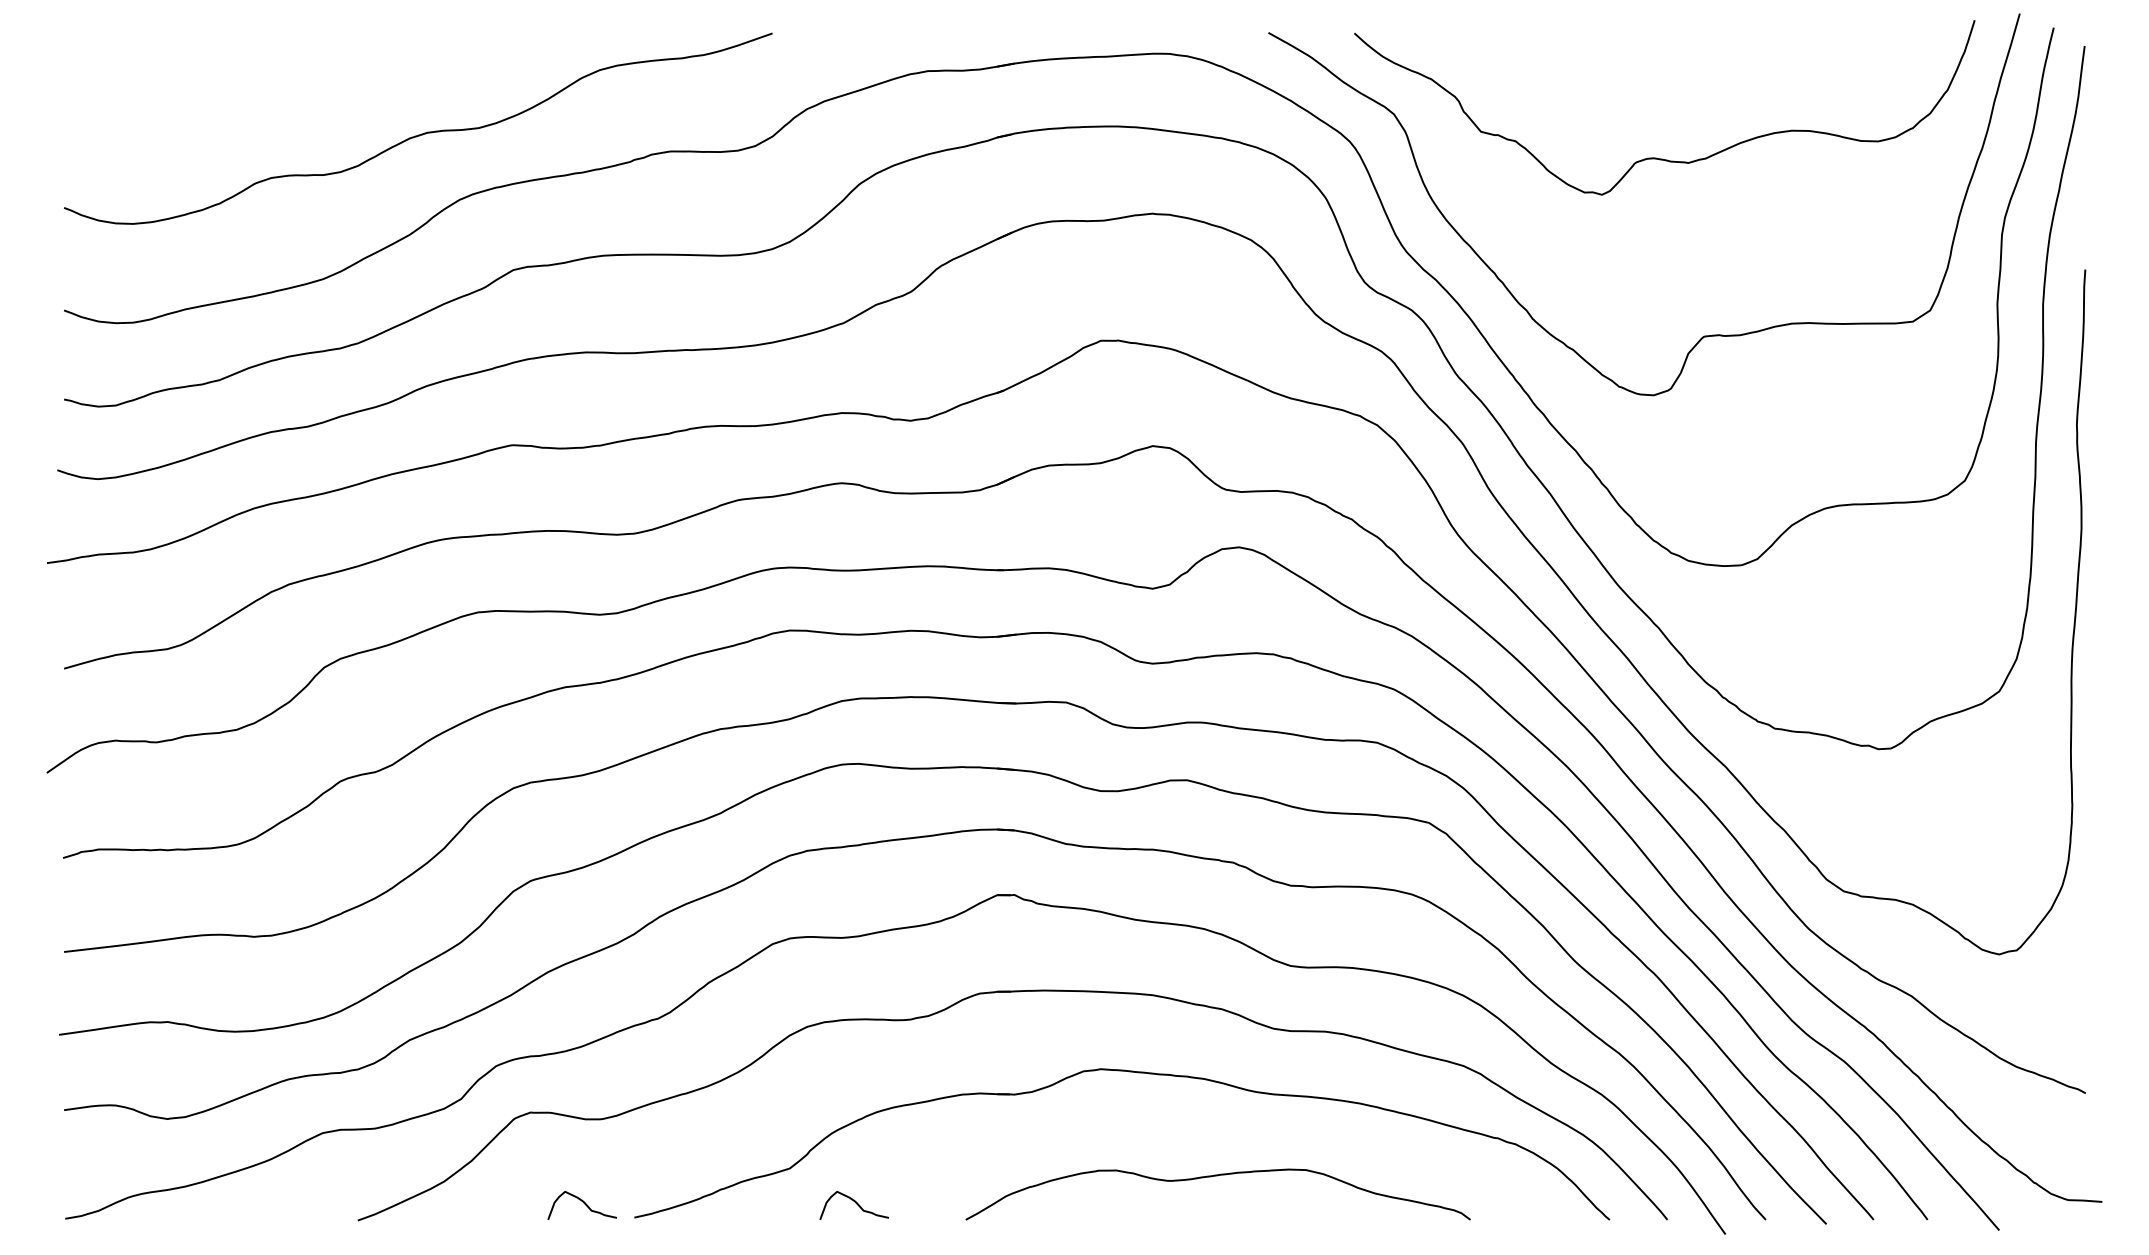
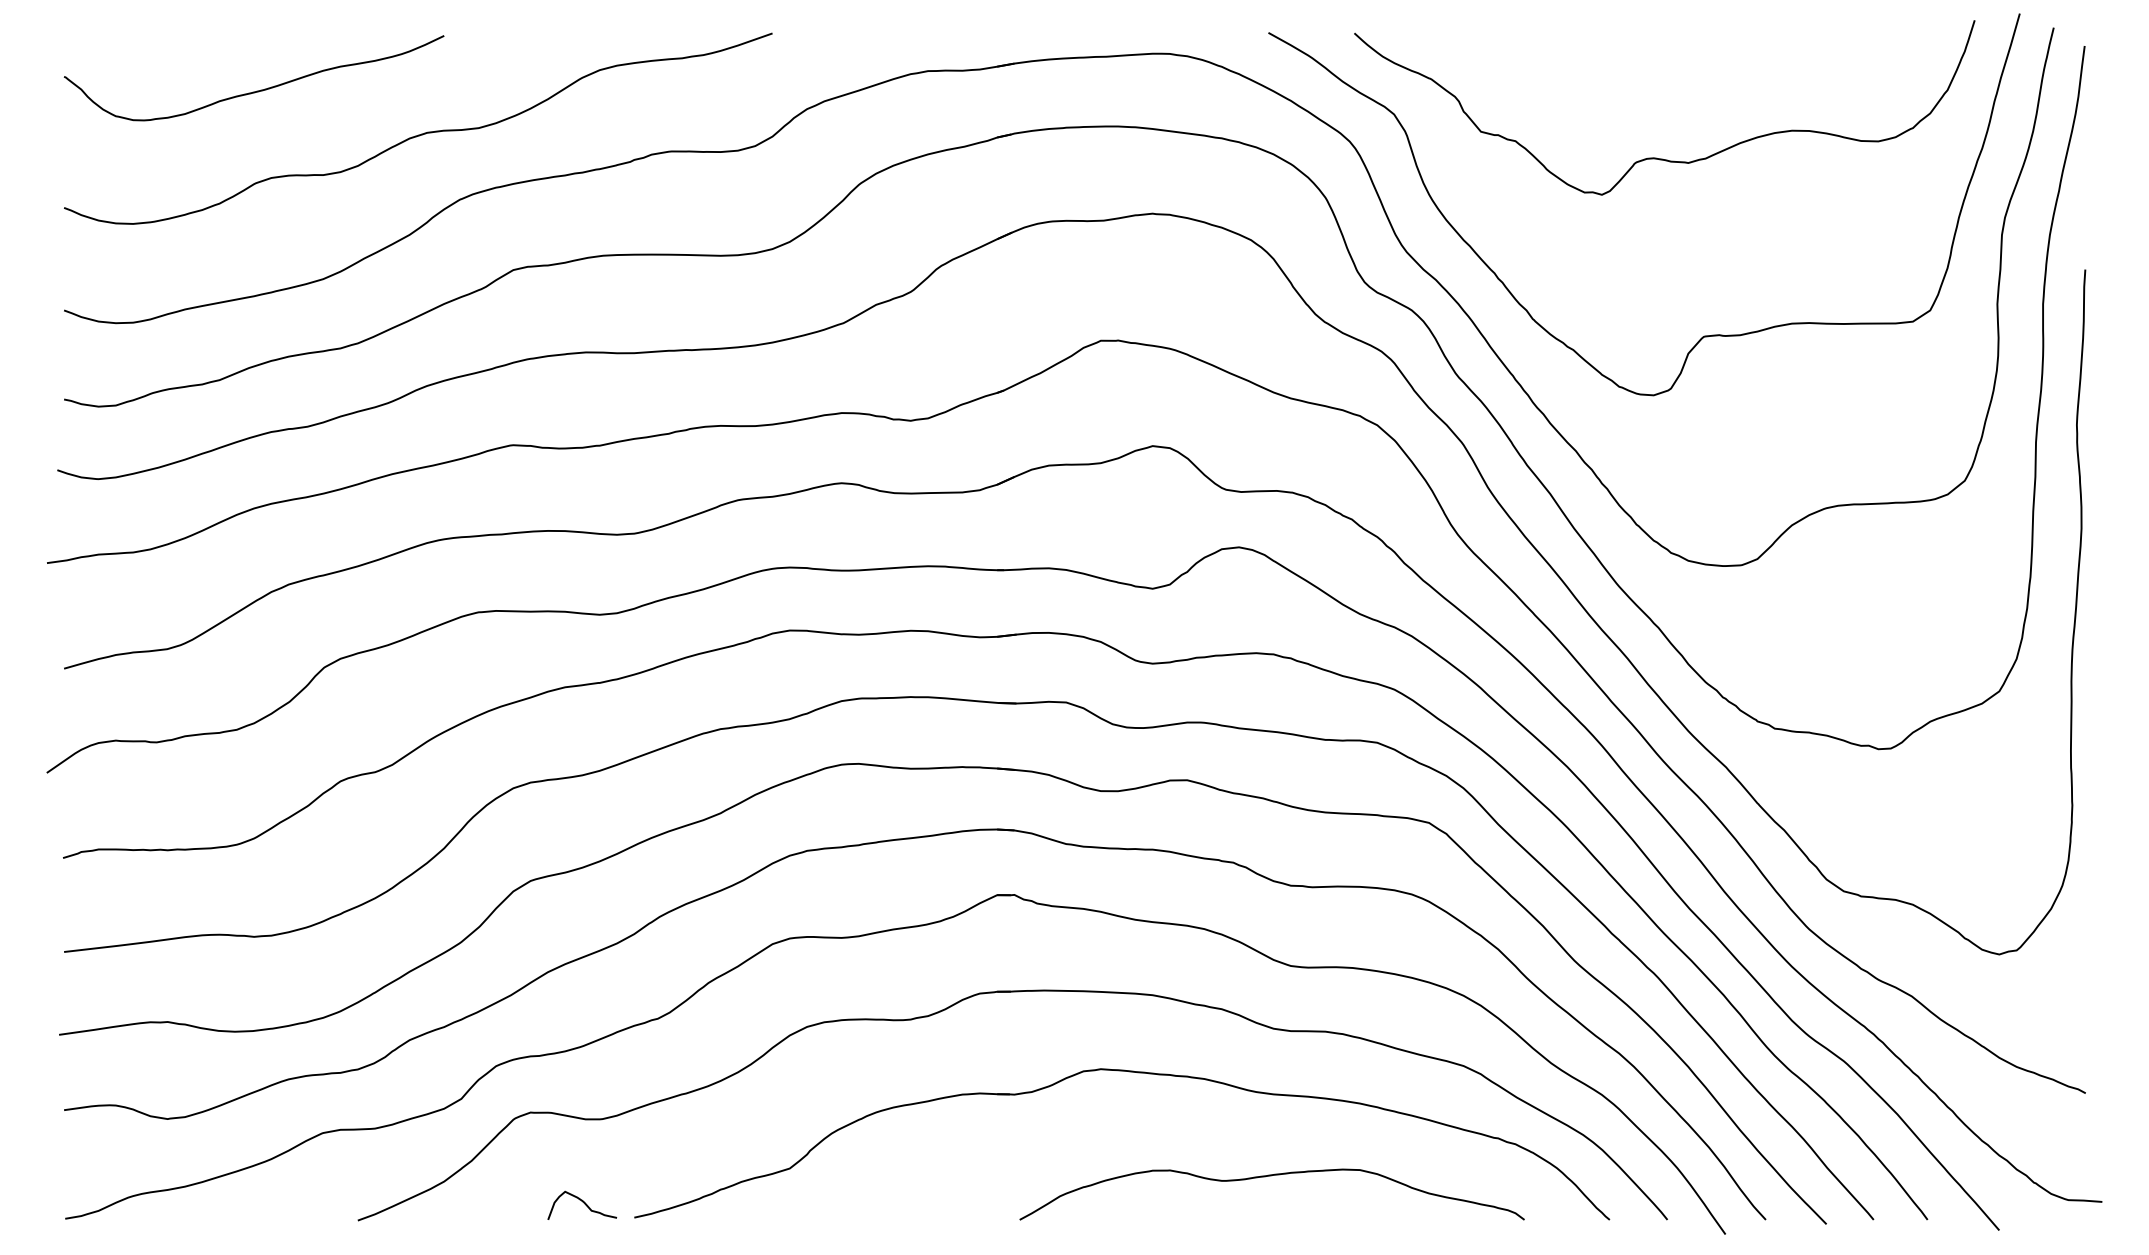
curve at (256, 90): none -> present
curve at (1217, 1176) position: (1217, 1176) -> (1271, 1176)
curve at (855, 1203): present -> none
